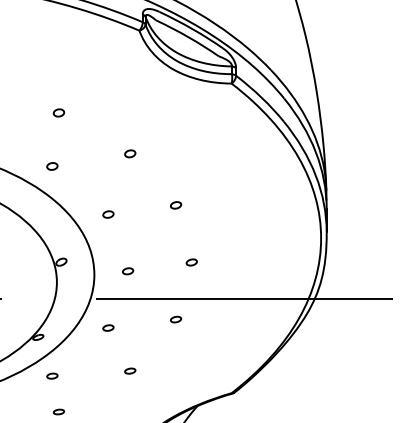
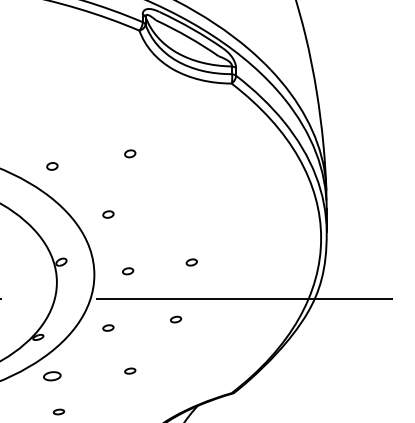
part at (58, 112): present -> none
part at (176, 205): present -> none
part at (52, 375) size: 13x8 px -> 19x11 px
